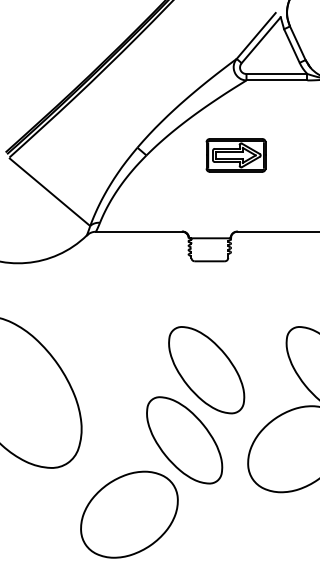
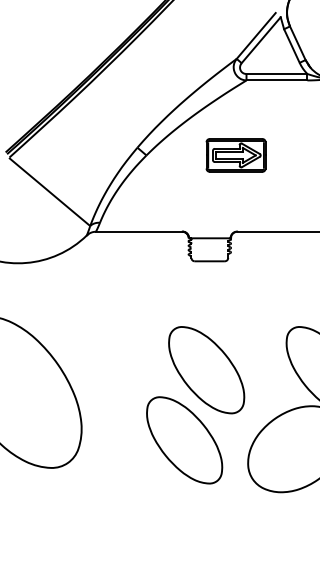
part at (129, 514): present -> none
